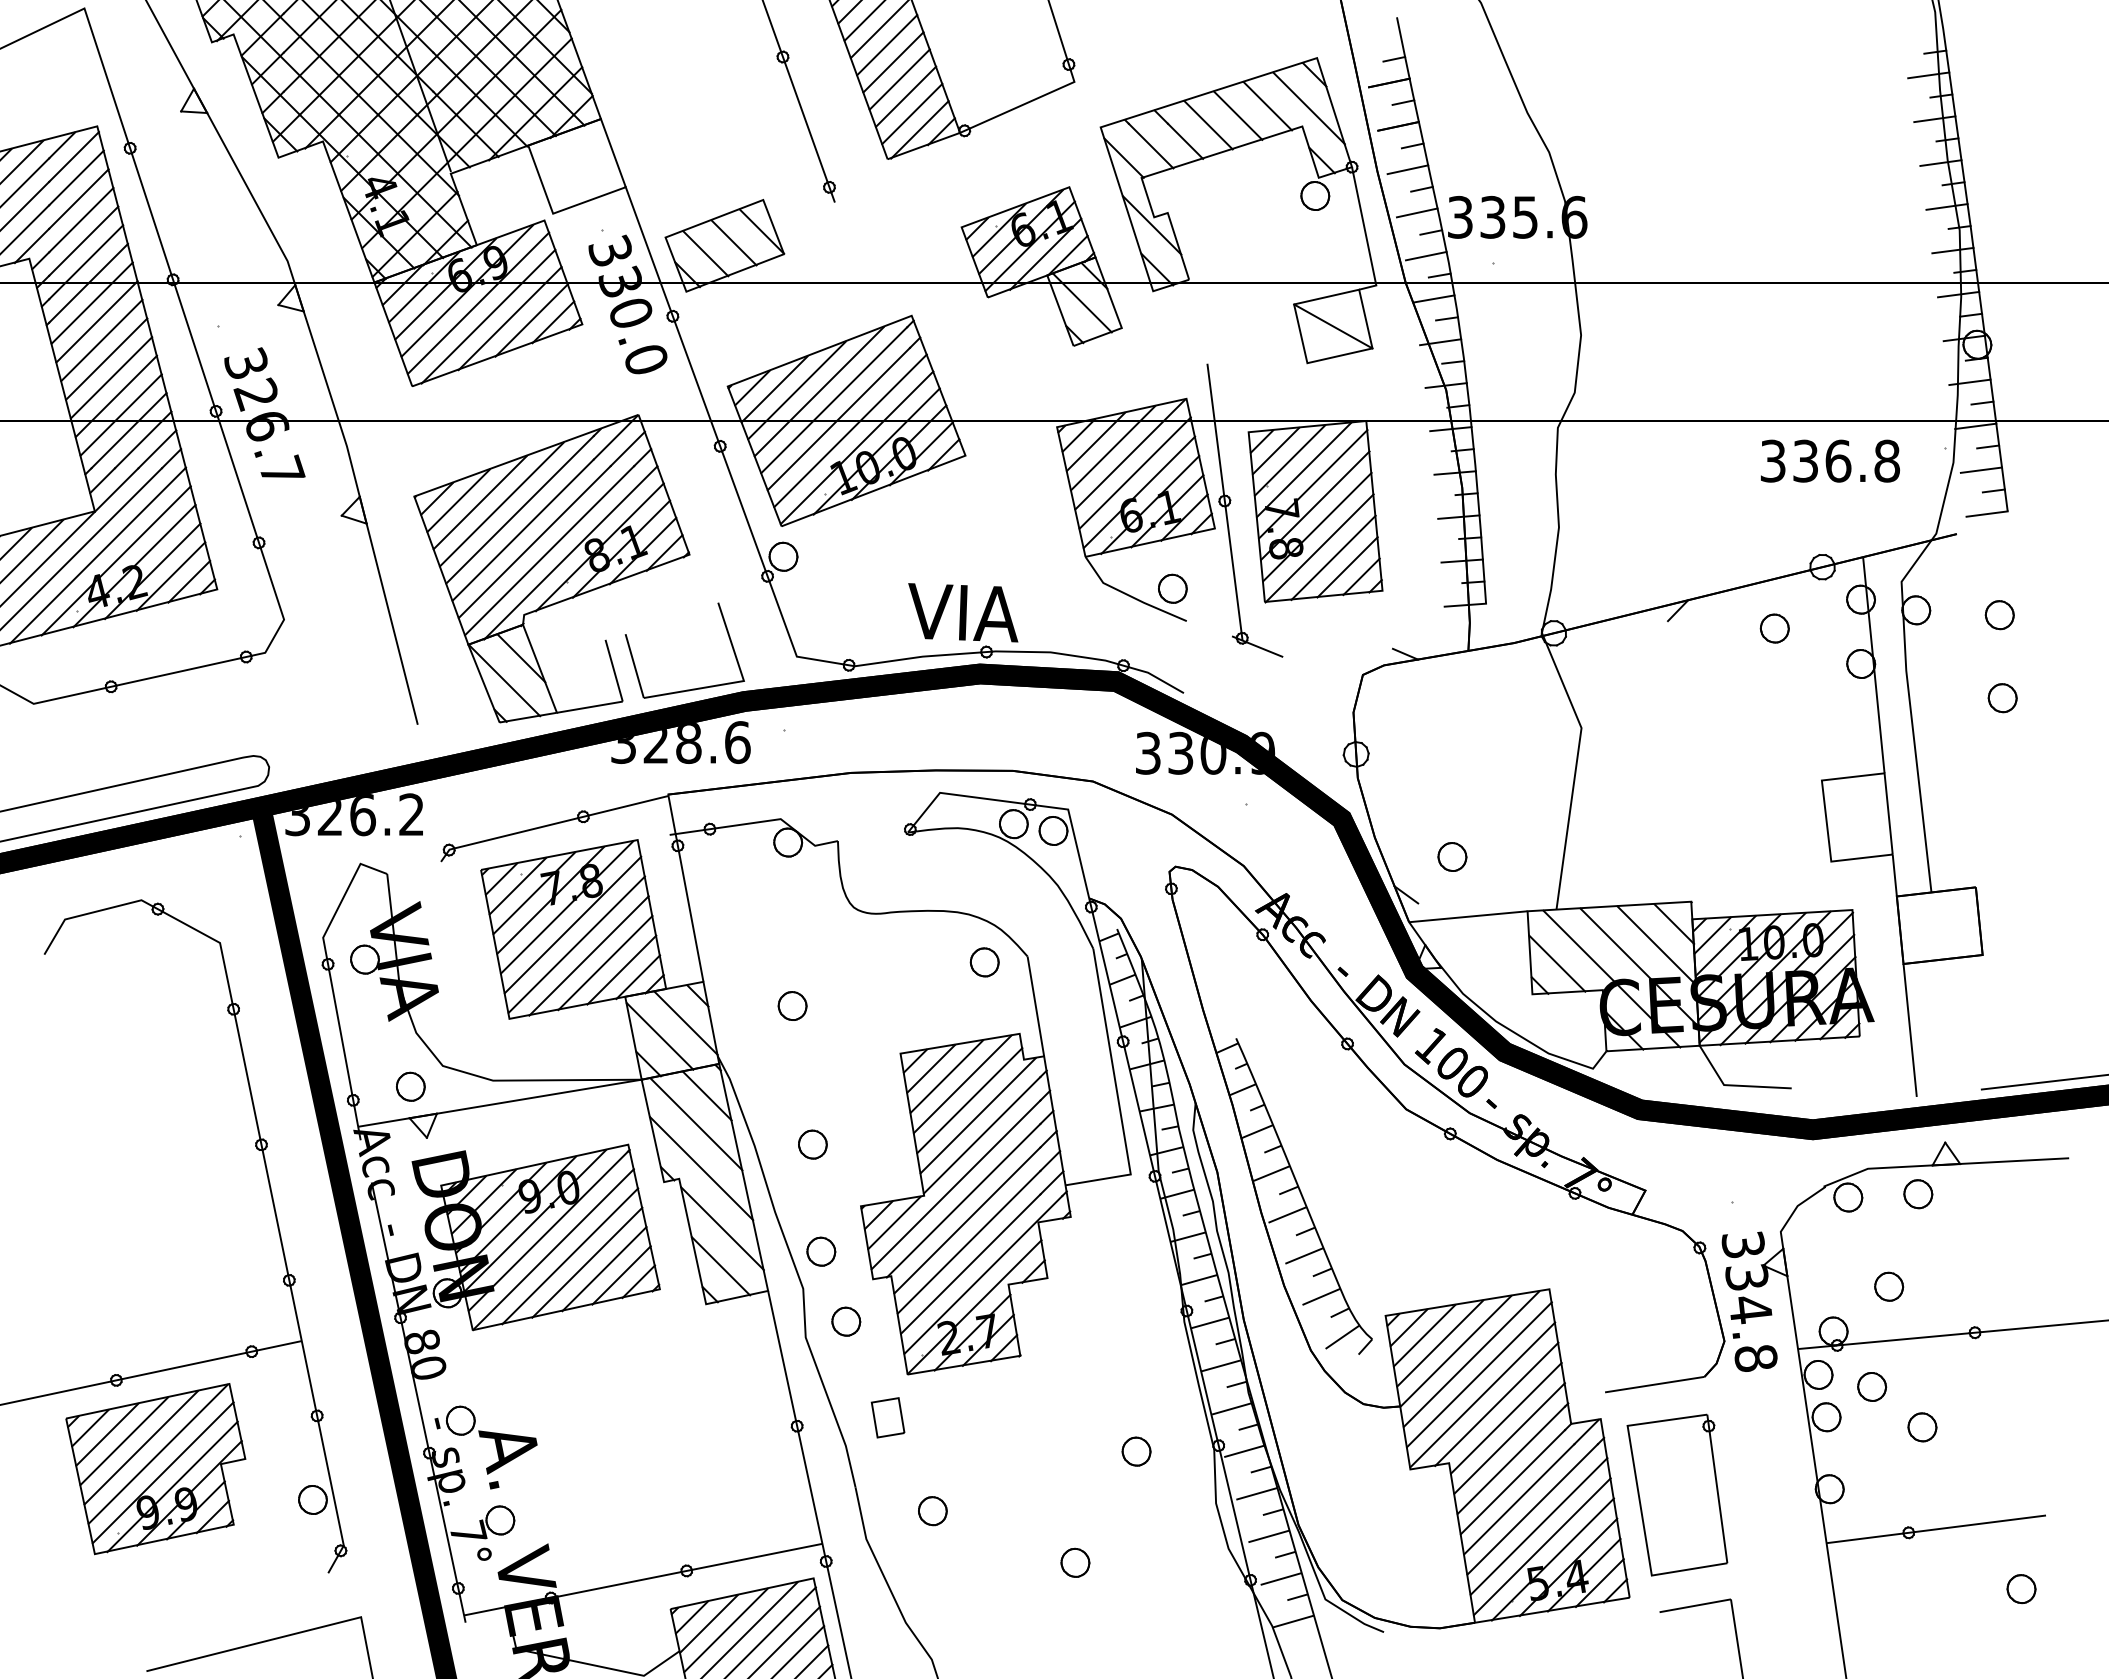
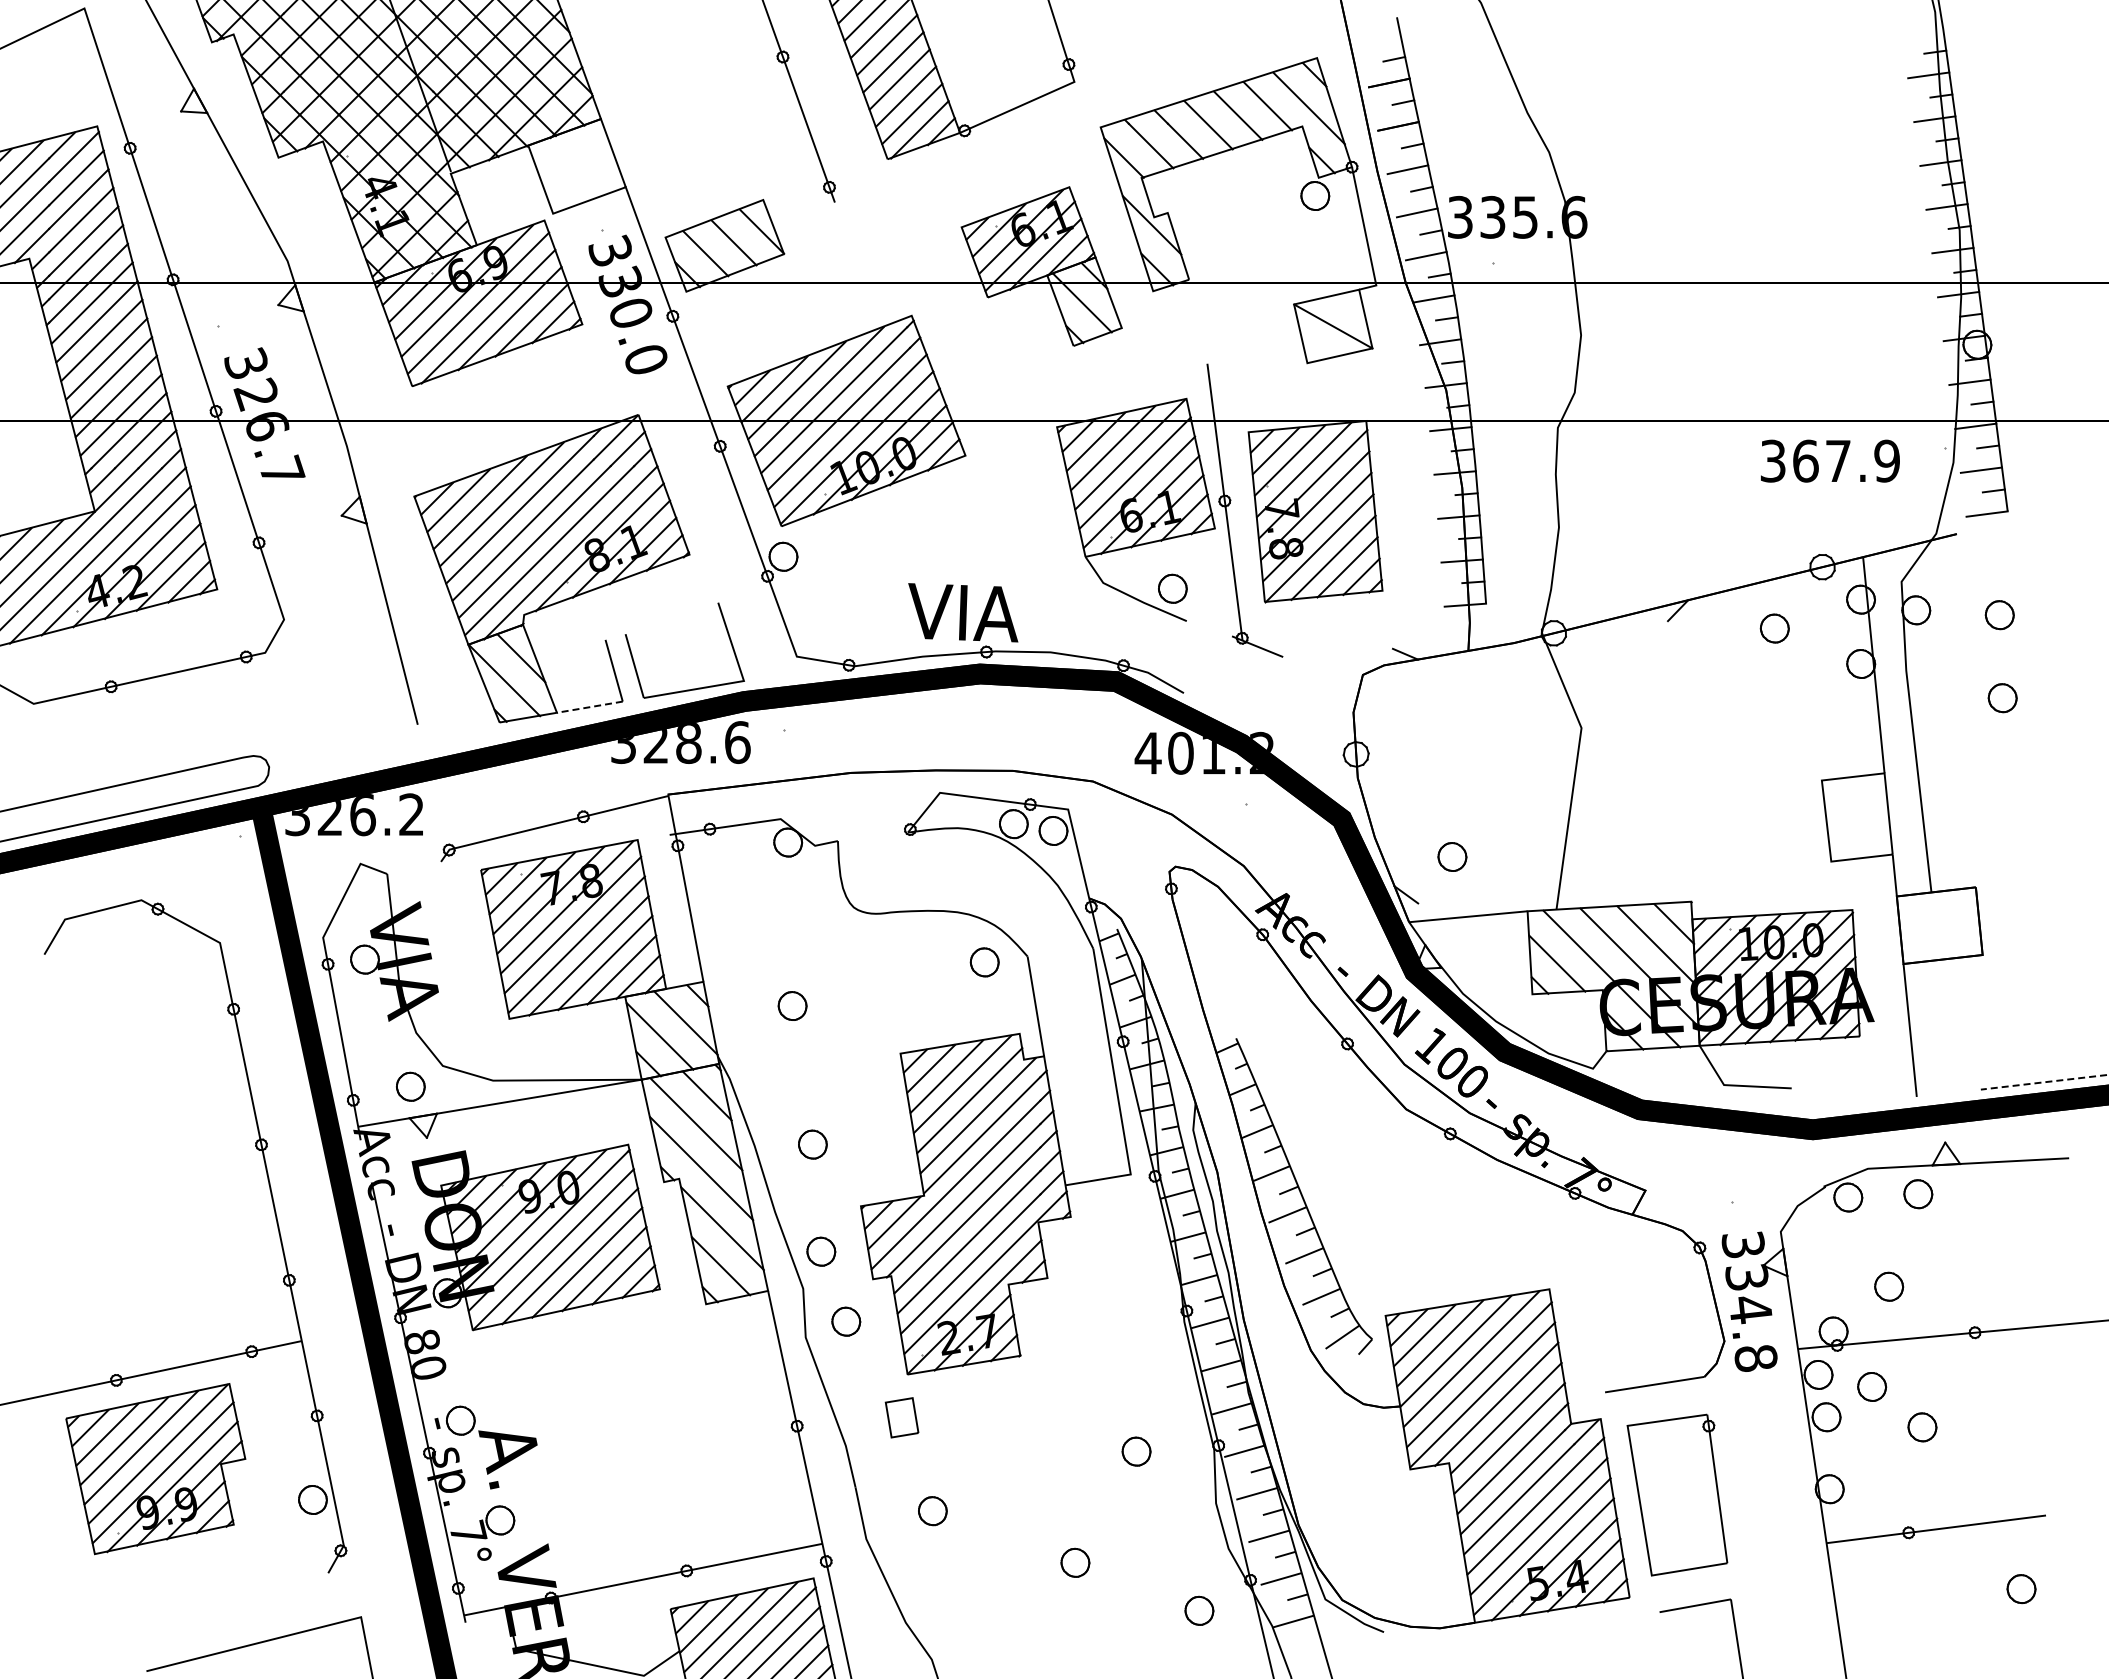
text at (1846, 460): 336.8 -> 367.9
line at (589, 707): solid -> dashed
text at (1204, 752): 330.9 -> 401.2
line at (2044, 1082): solid -> dashed
part at (887, 1417) position: (887, 1417) -> (901, 1417)
part at (1199, 1610): none -> present
